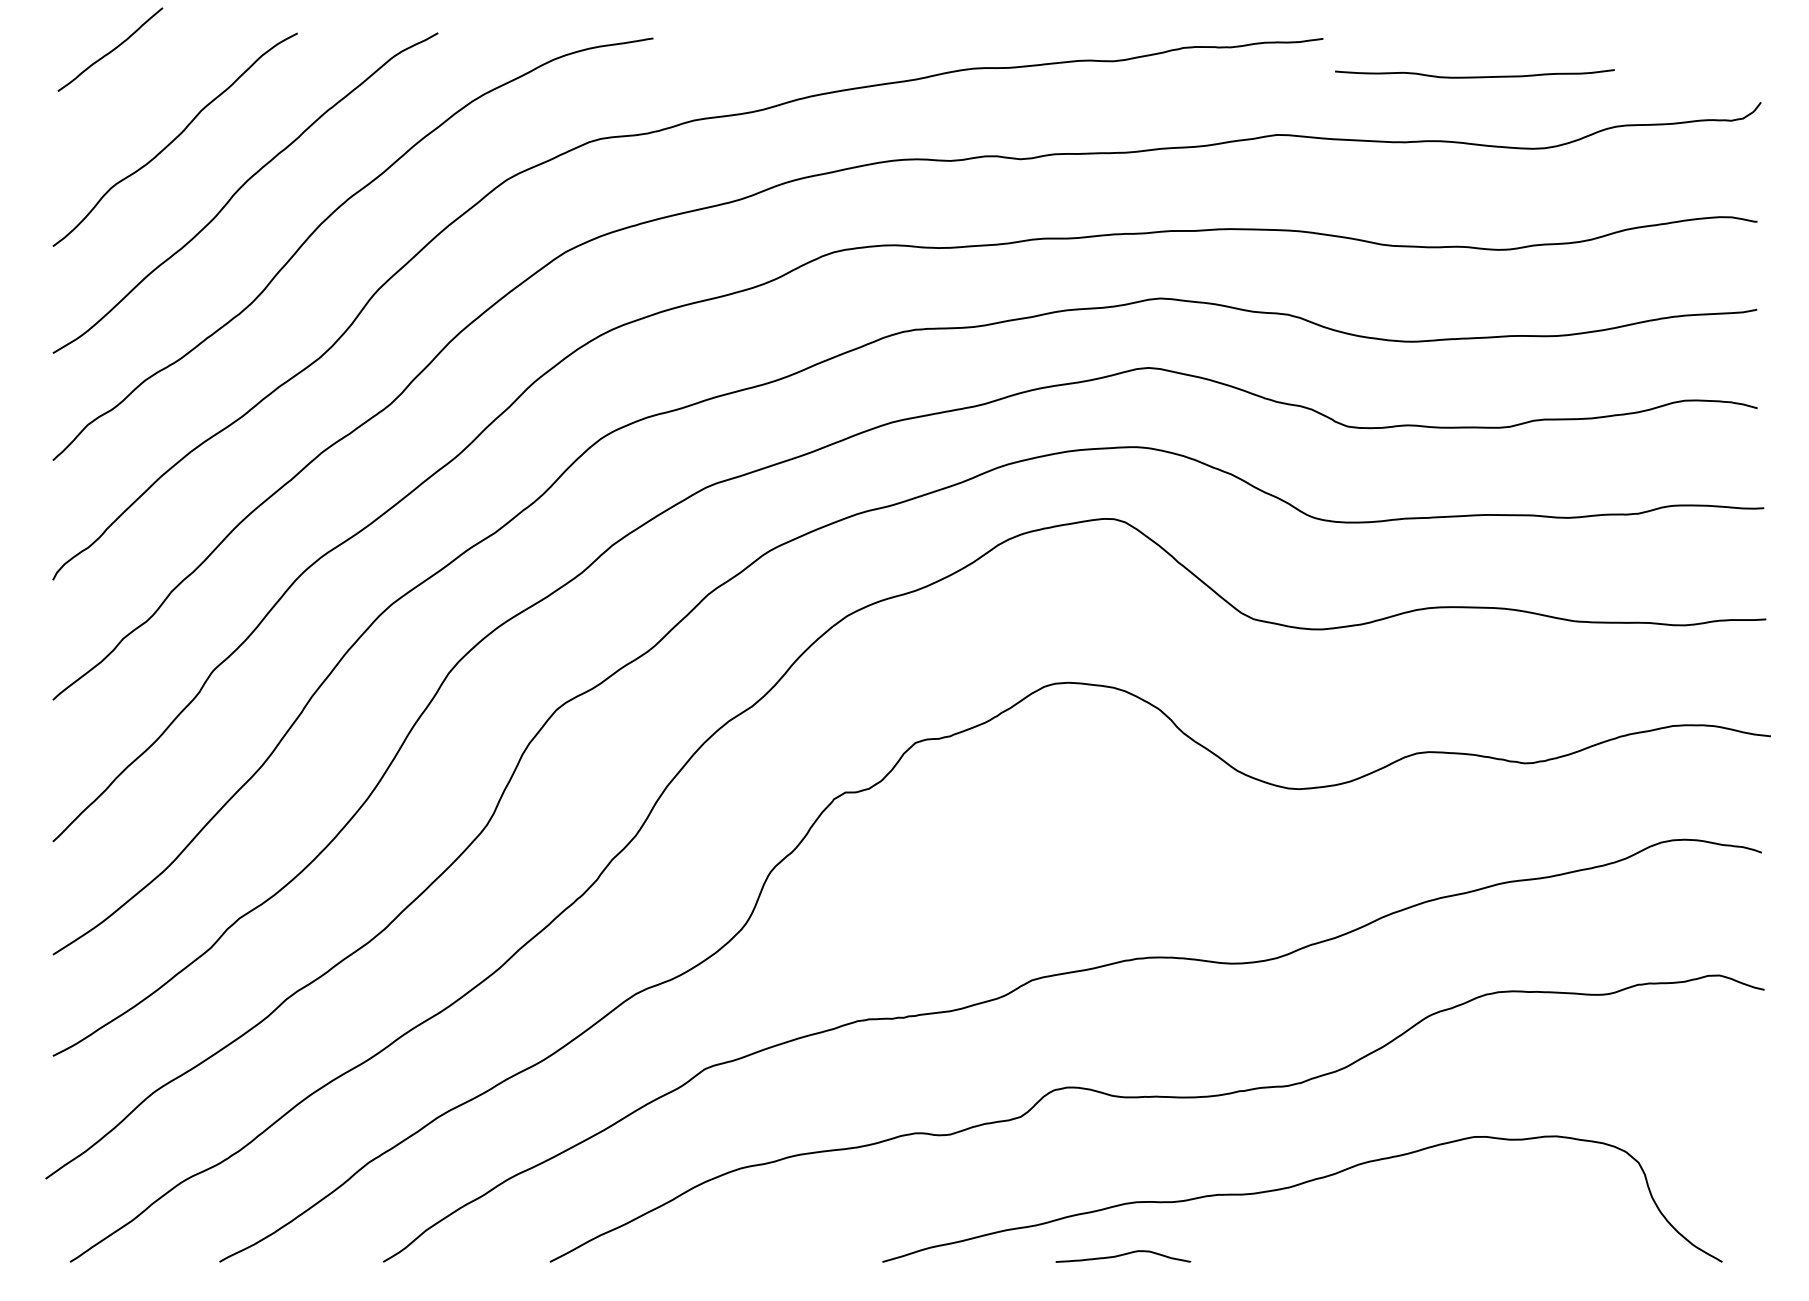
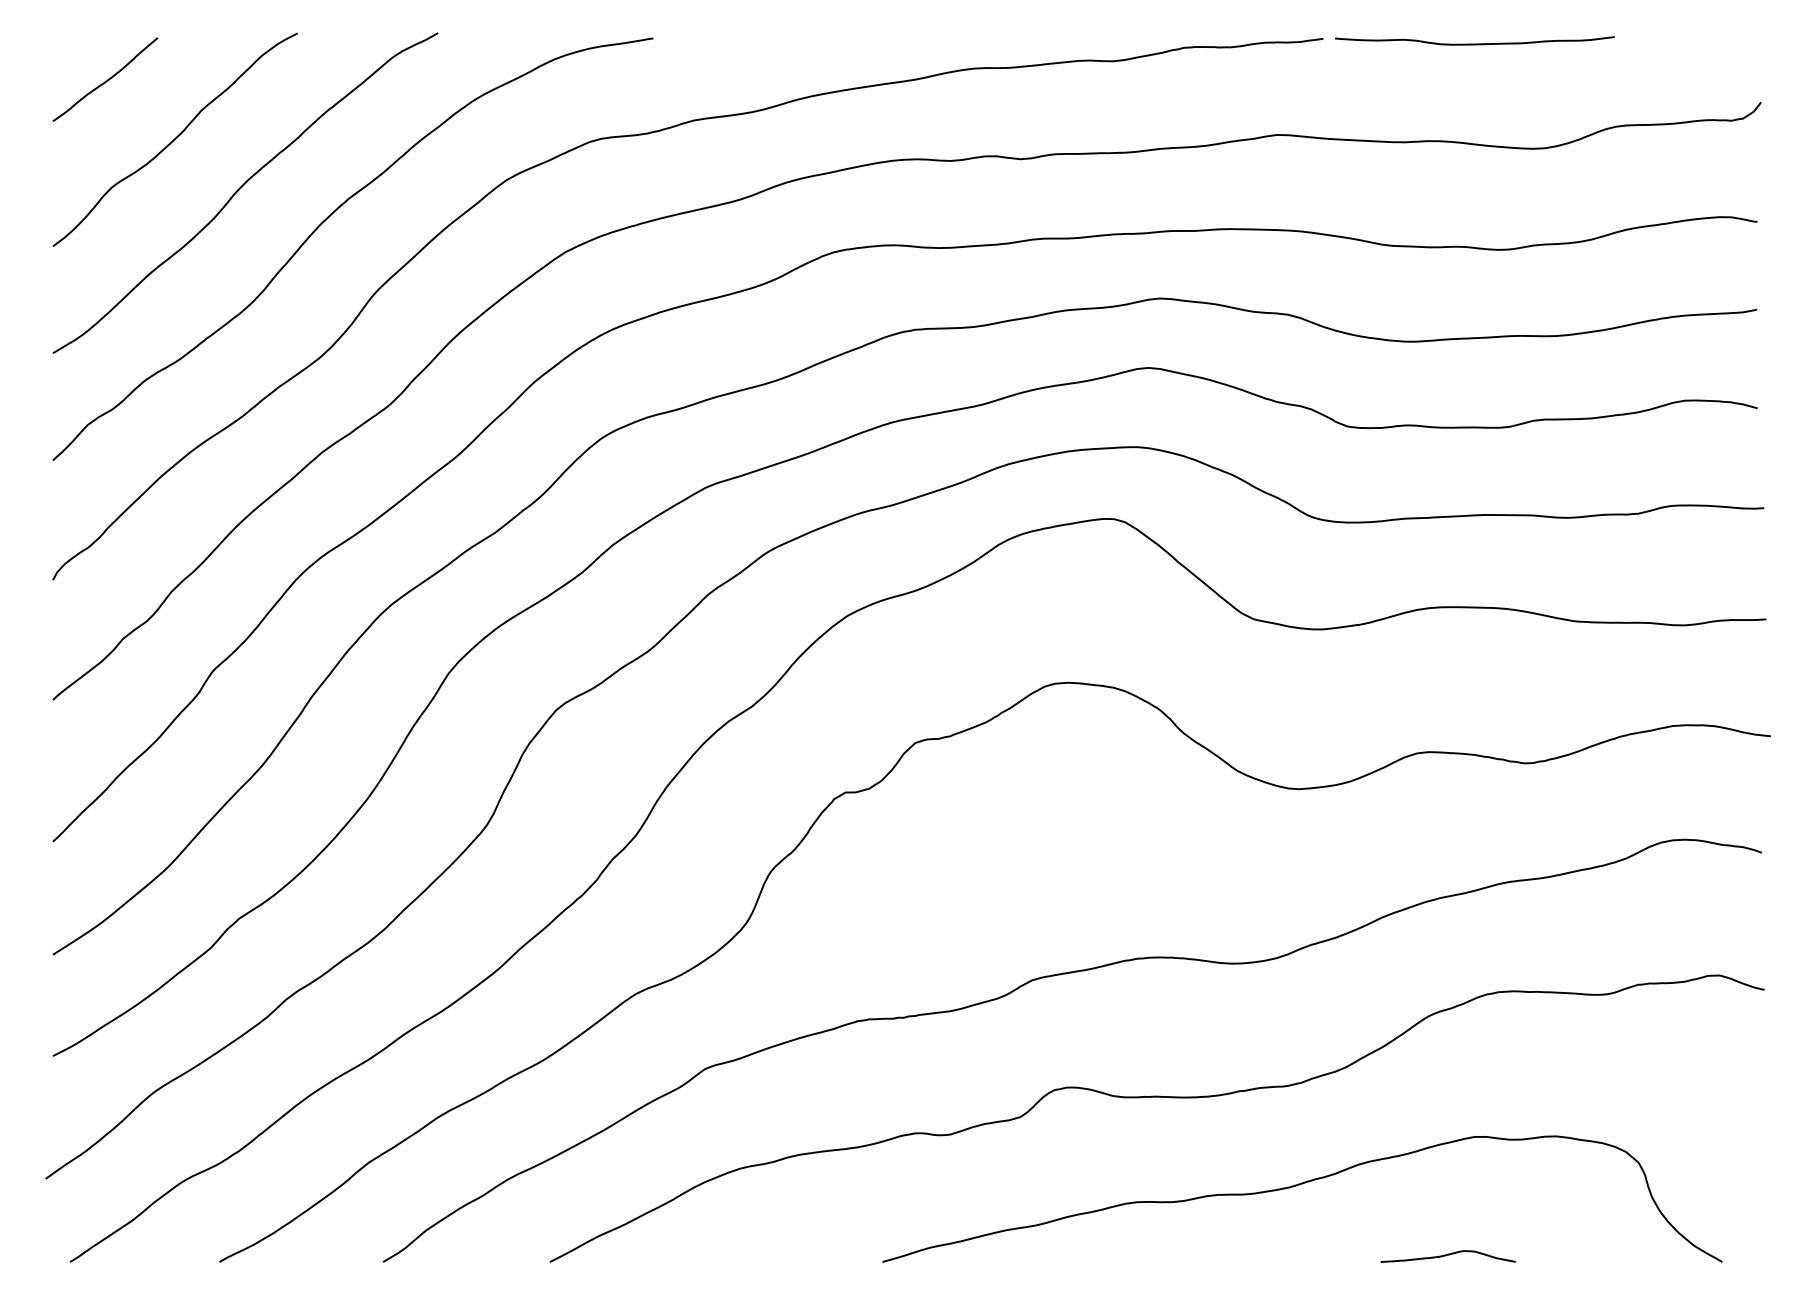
curve at (111, 50) position: (111, 50) -> (106, 80)
curve at (1474, 76) position: (1474, 76) -> (1474, 43)
curve at (1123, 1255) position: (1123, 1255) -> (1448, 1255)
